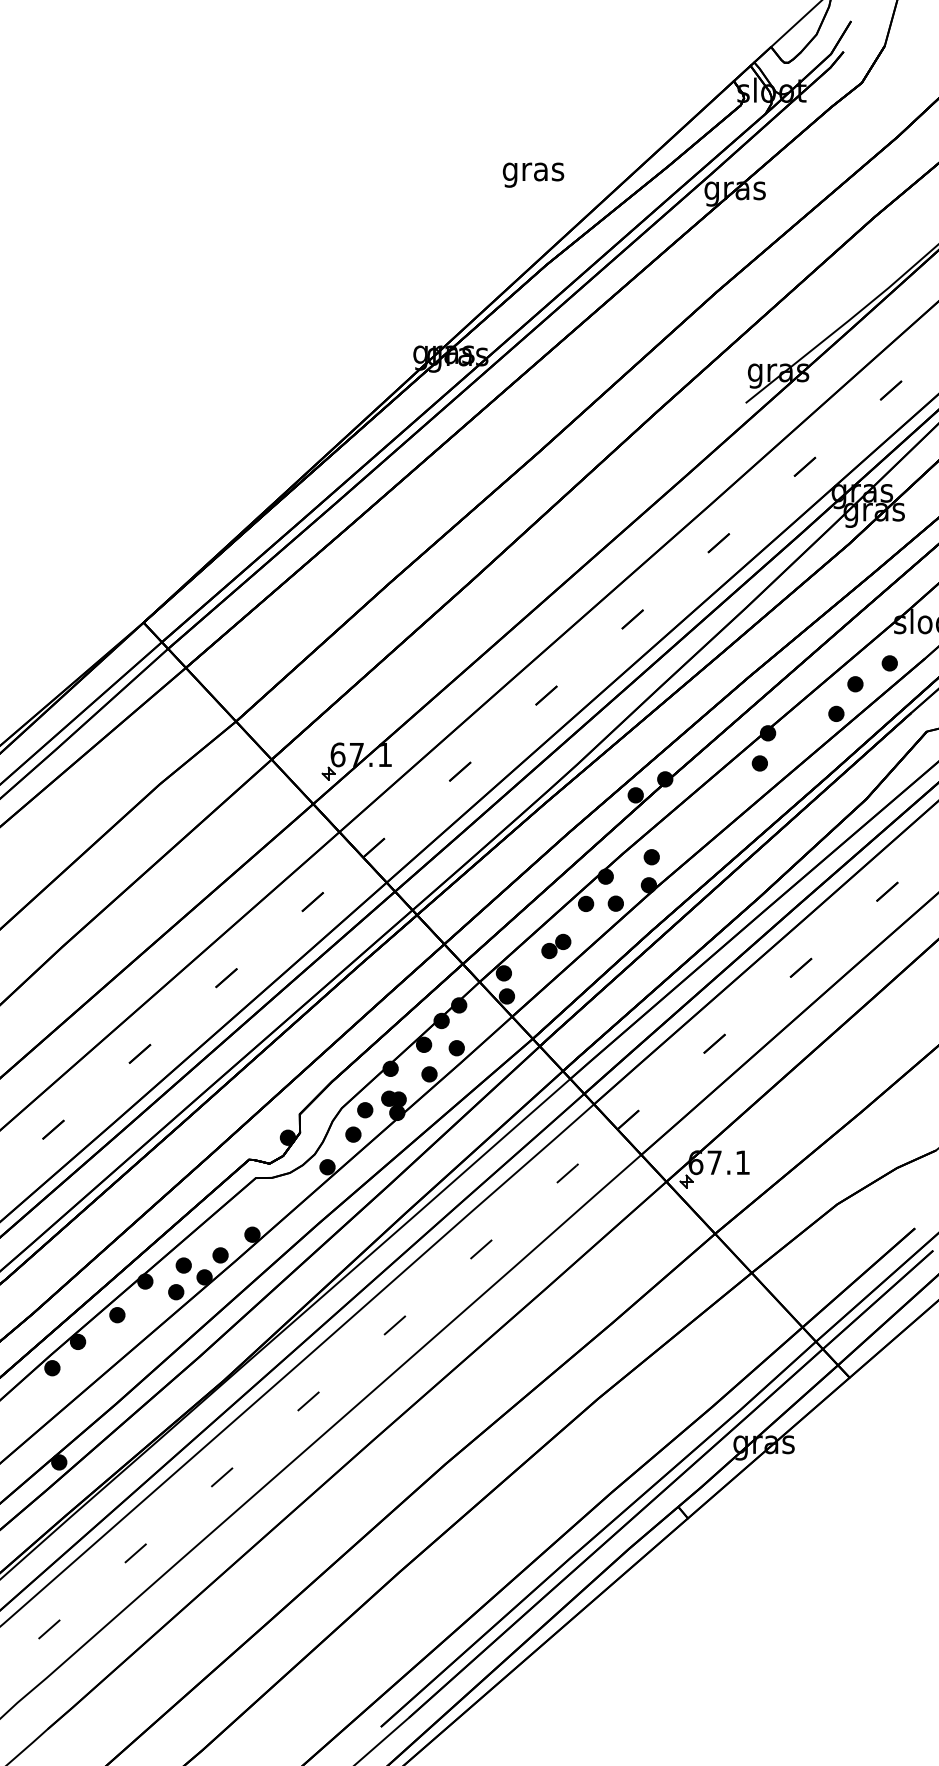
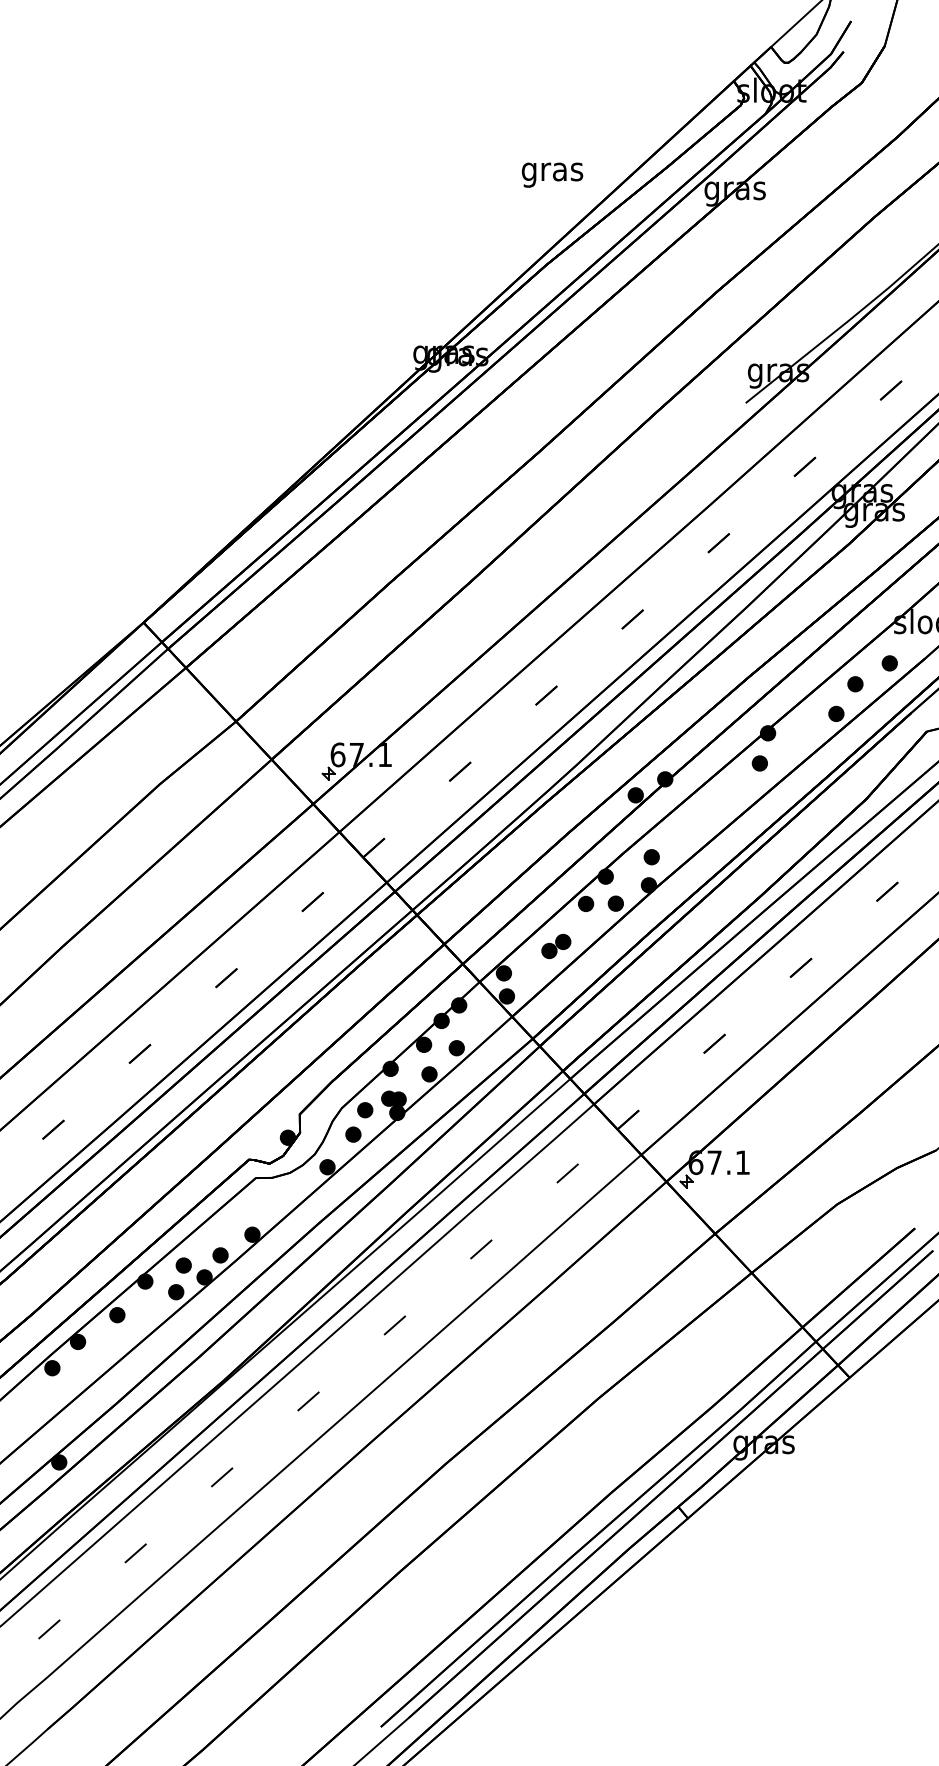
text at (533, 174) position: (533, 174) -> (552, 174)
